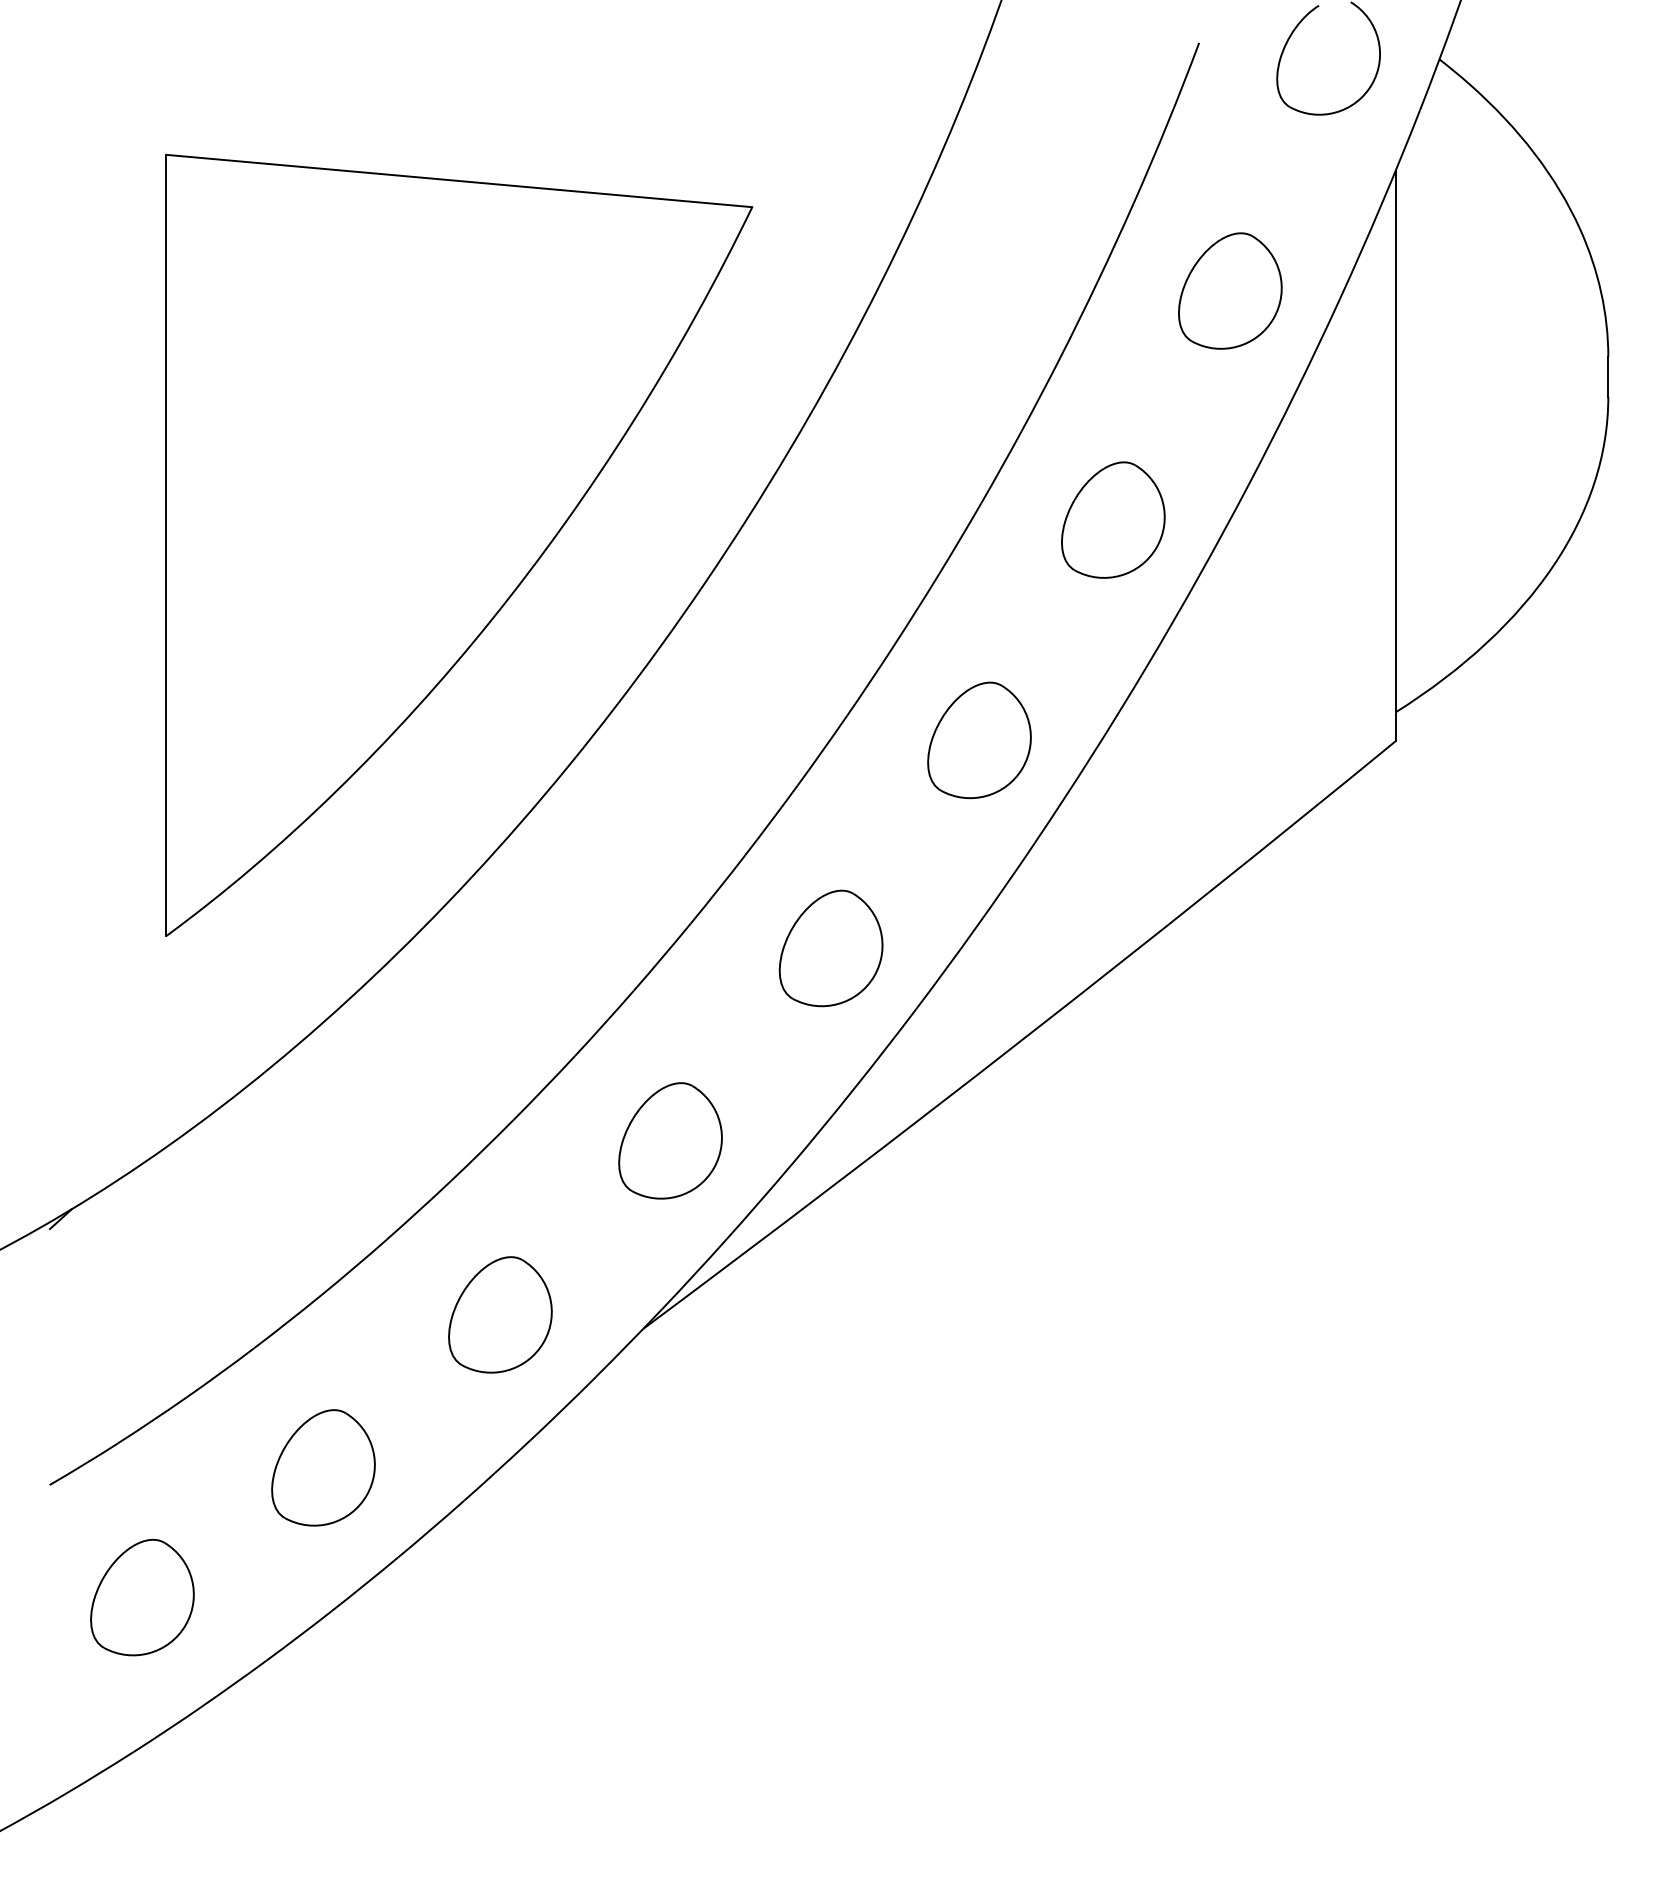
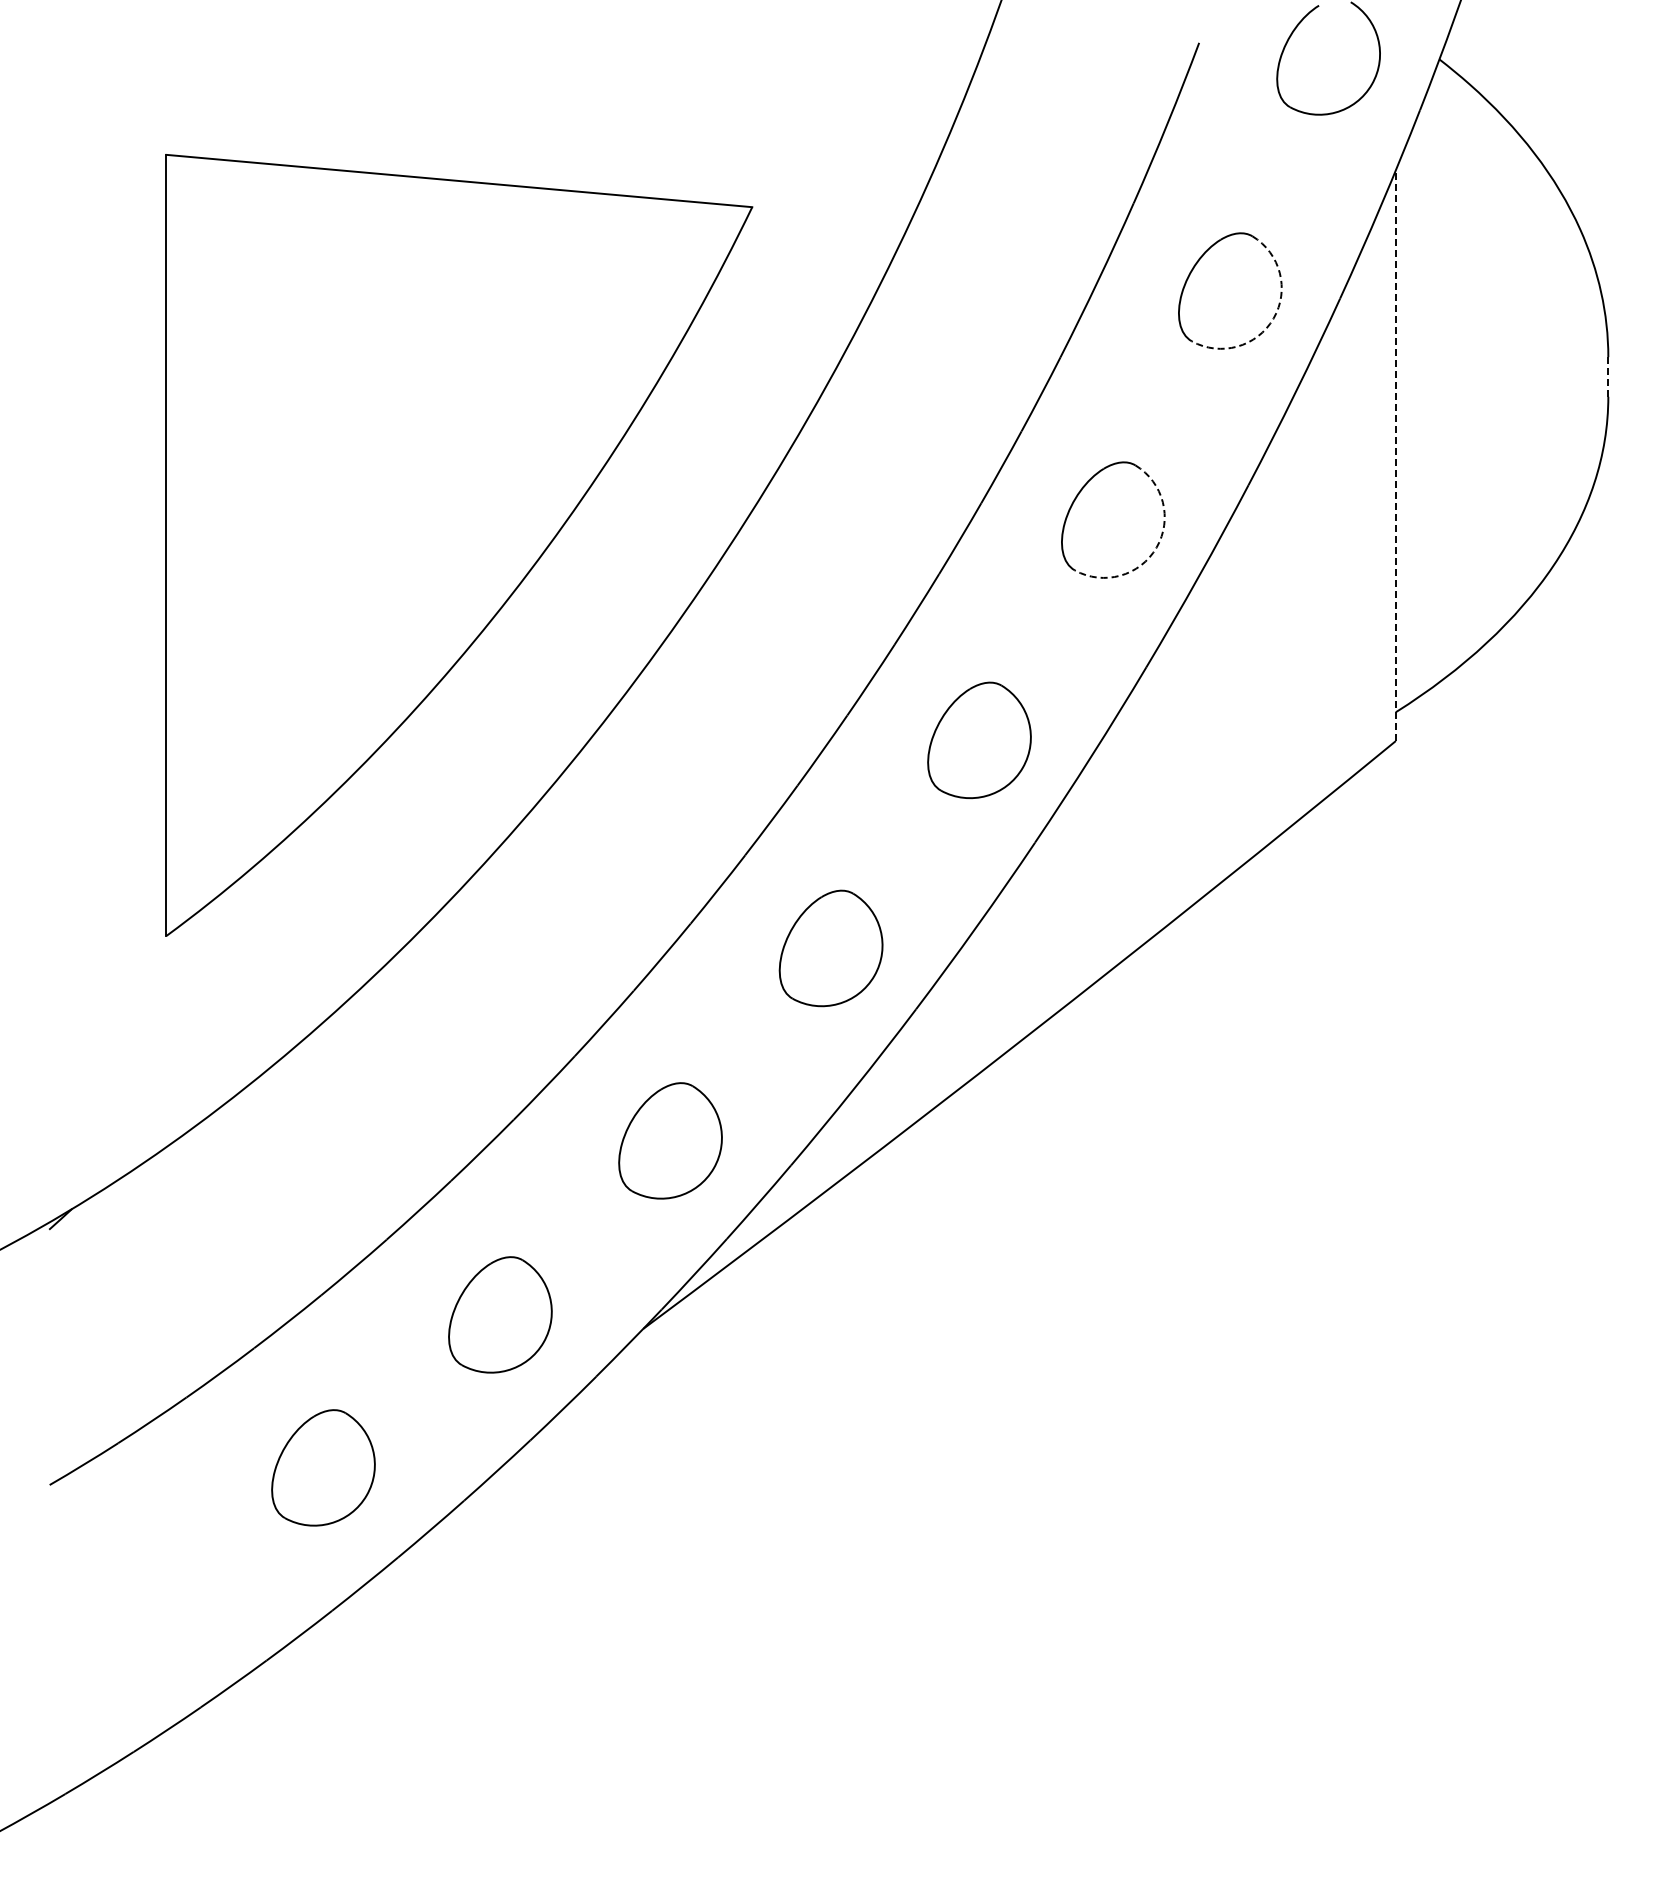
arc at (1273, 318): solid -> dashed
line at (1608, 376): solid -> dashed
line at (1395, 455): solid -> dashed
arc at (1156, 547): solid -> dashed
part at (142, 1597): present -> none
